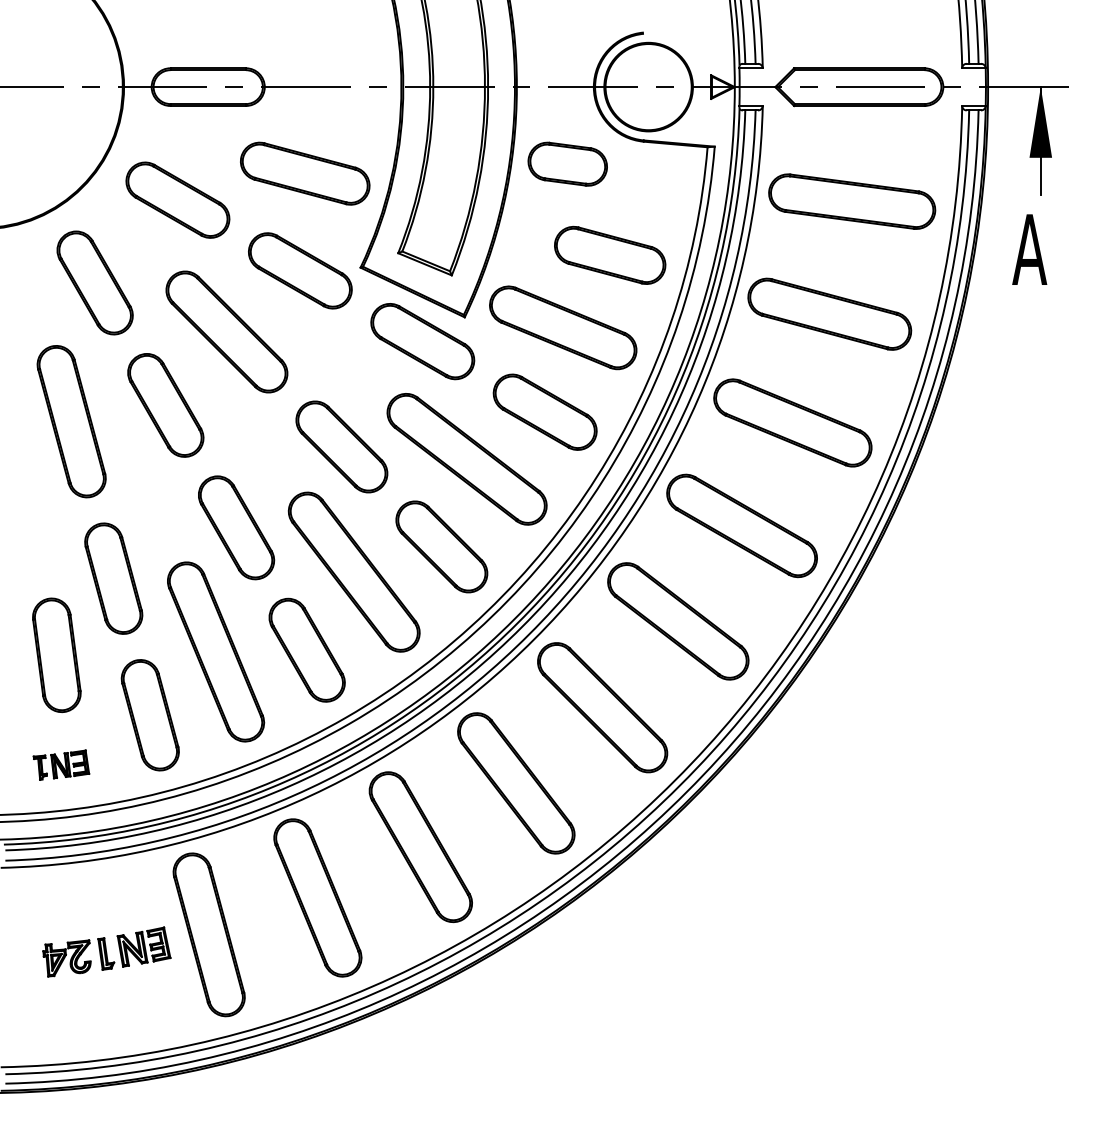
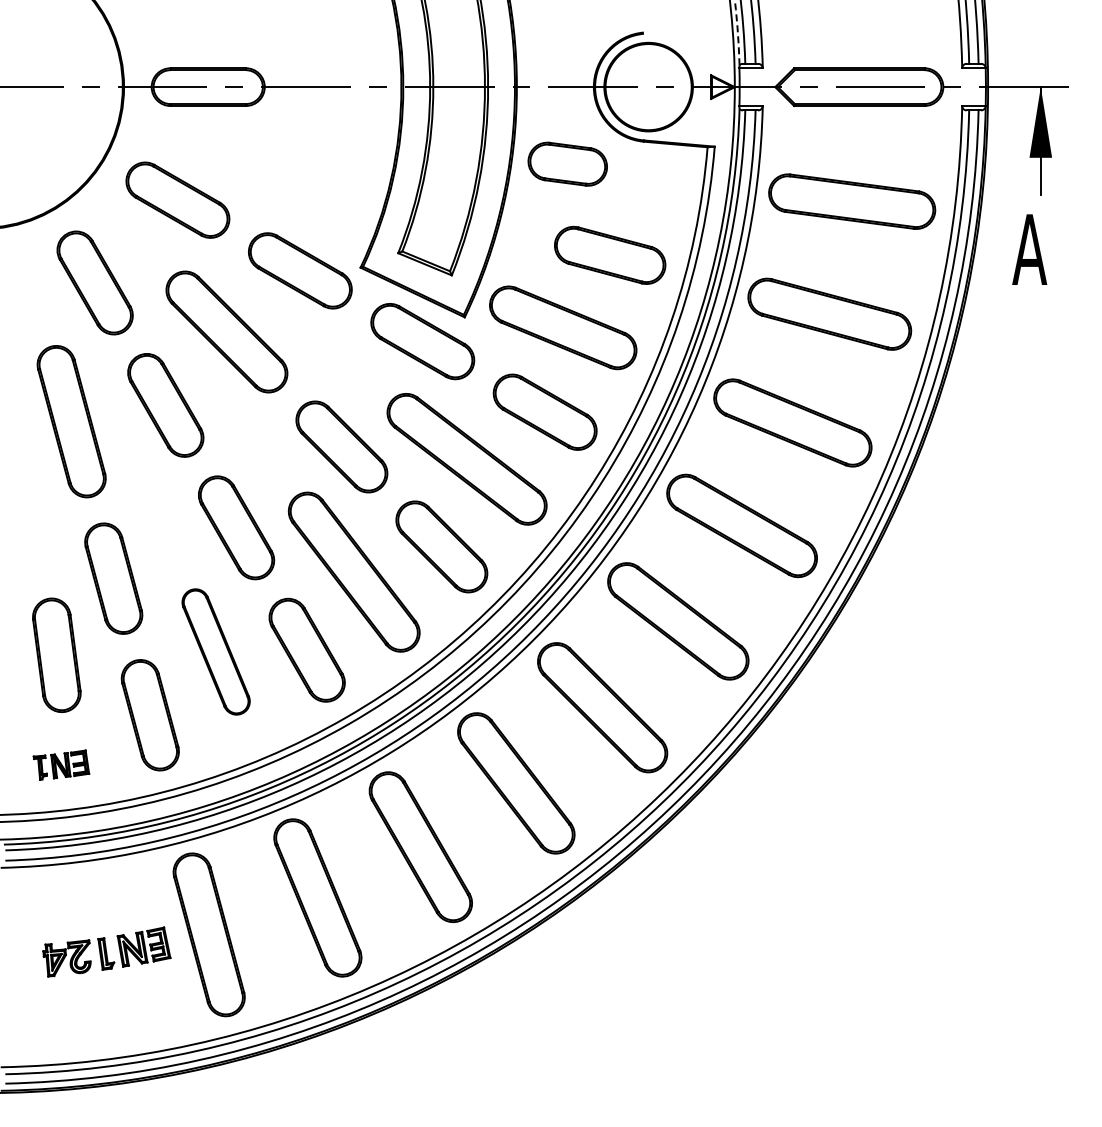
arc at (737, 31): solid -> dashed
part at (305, 173): present -> none
part at (216, 651) size: 99x182 px -> 70x128 px
